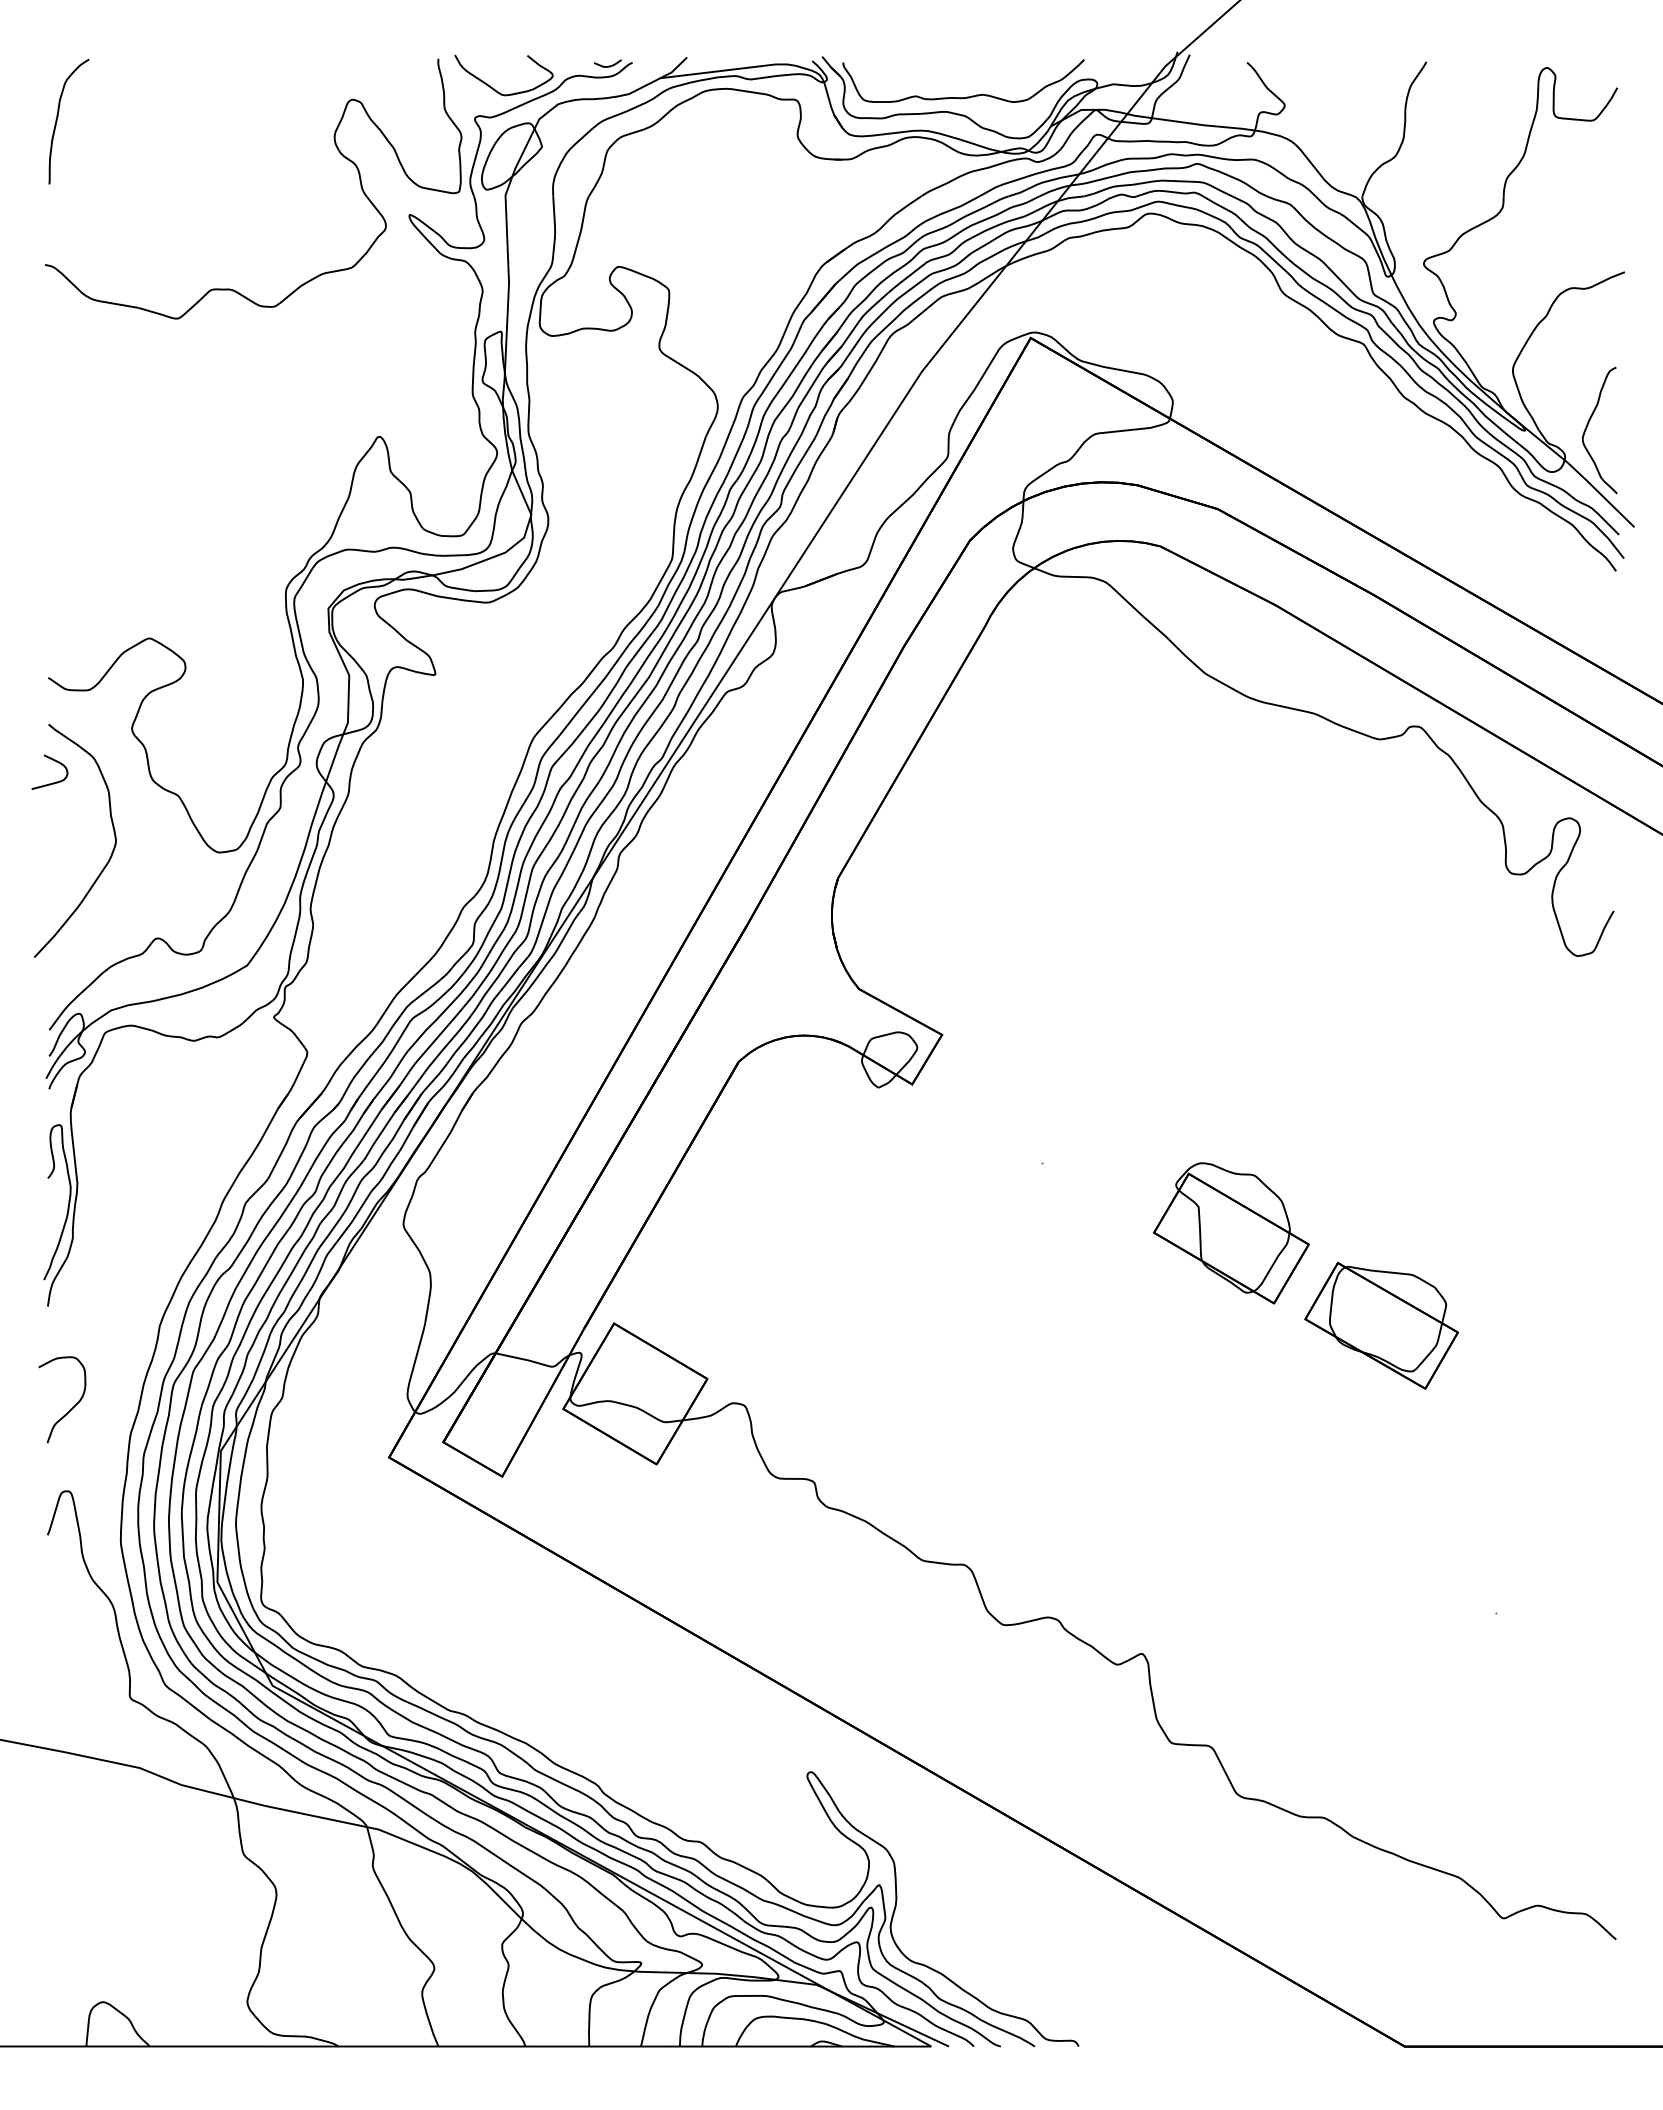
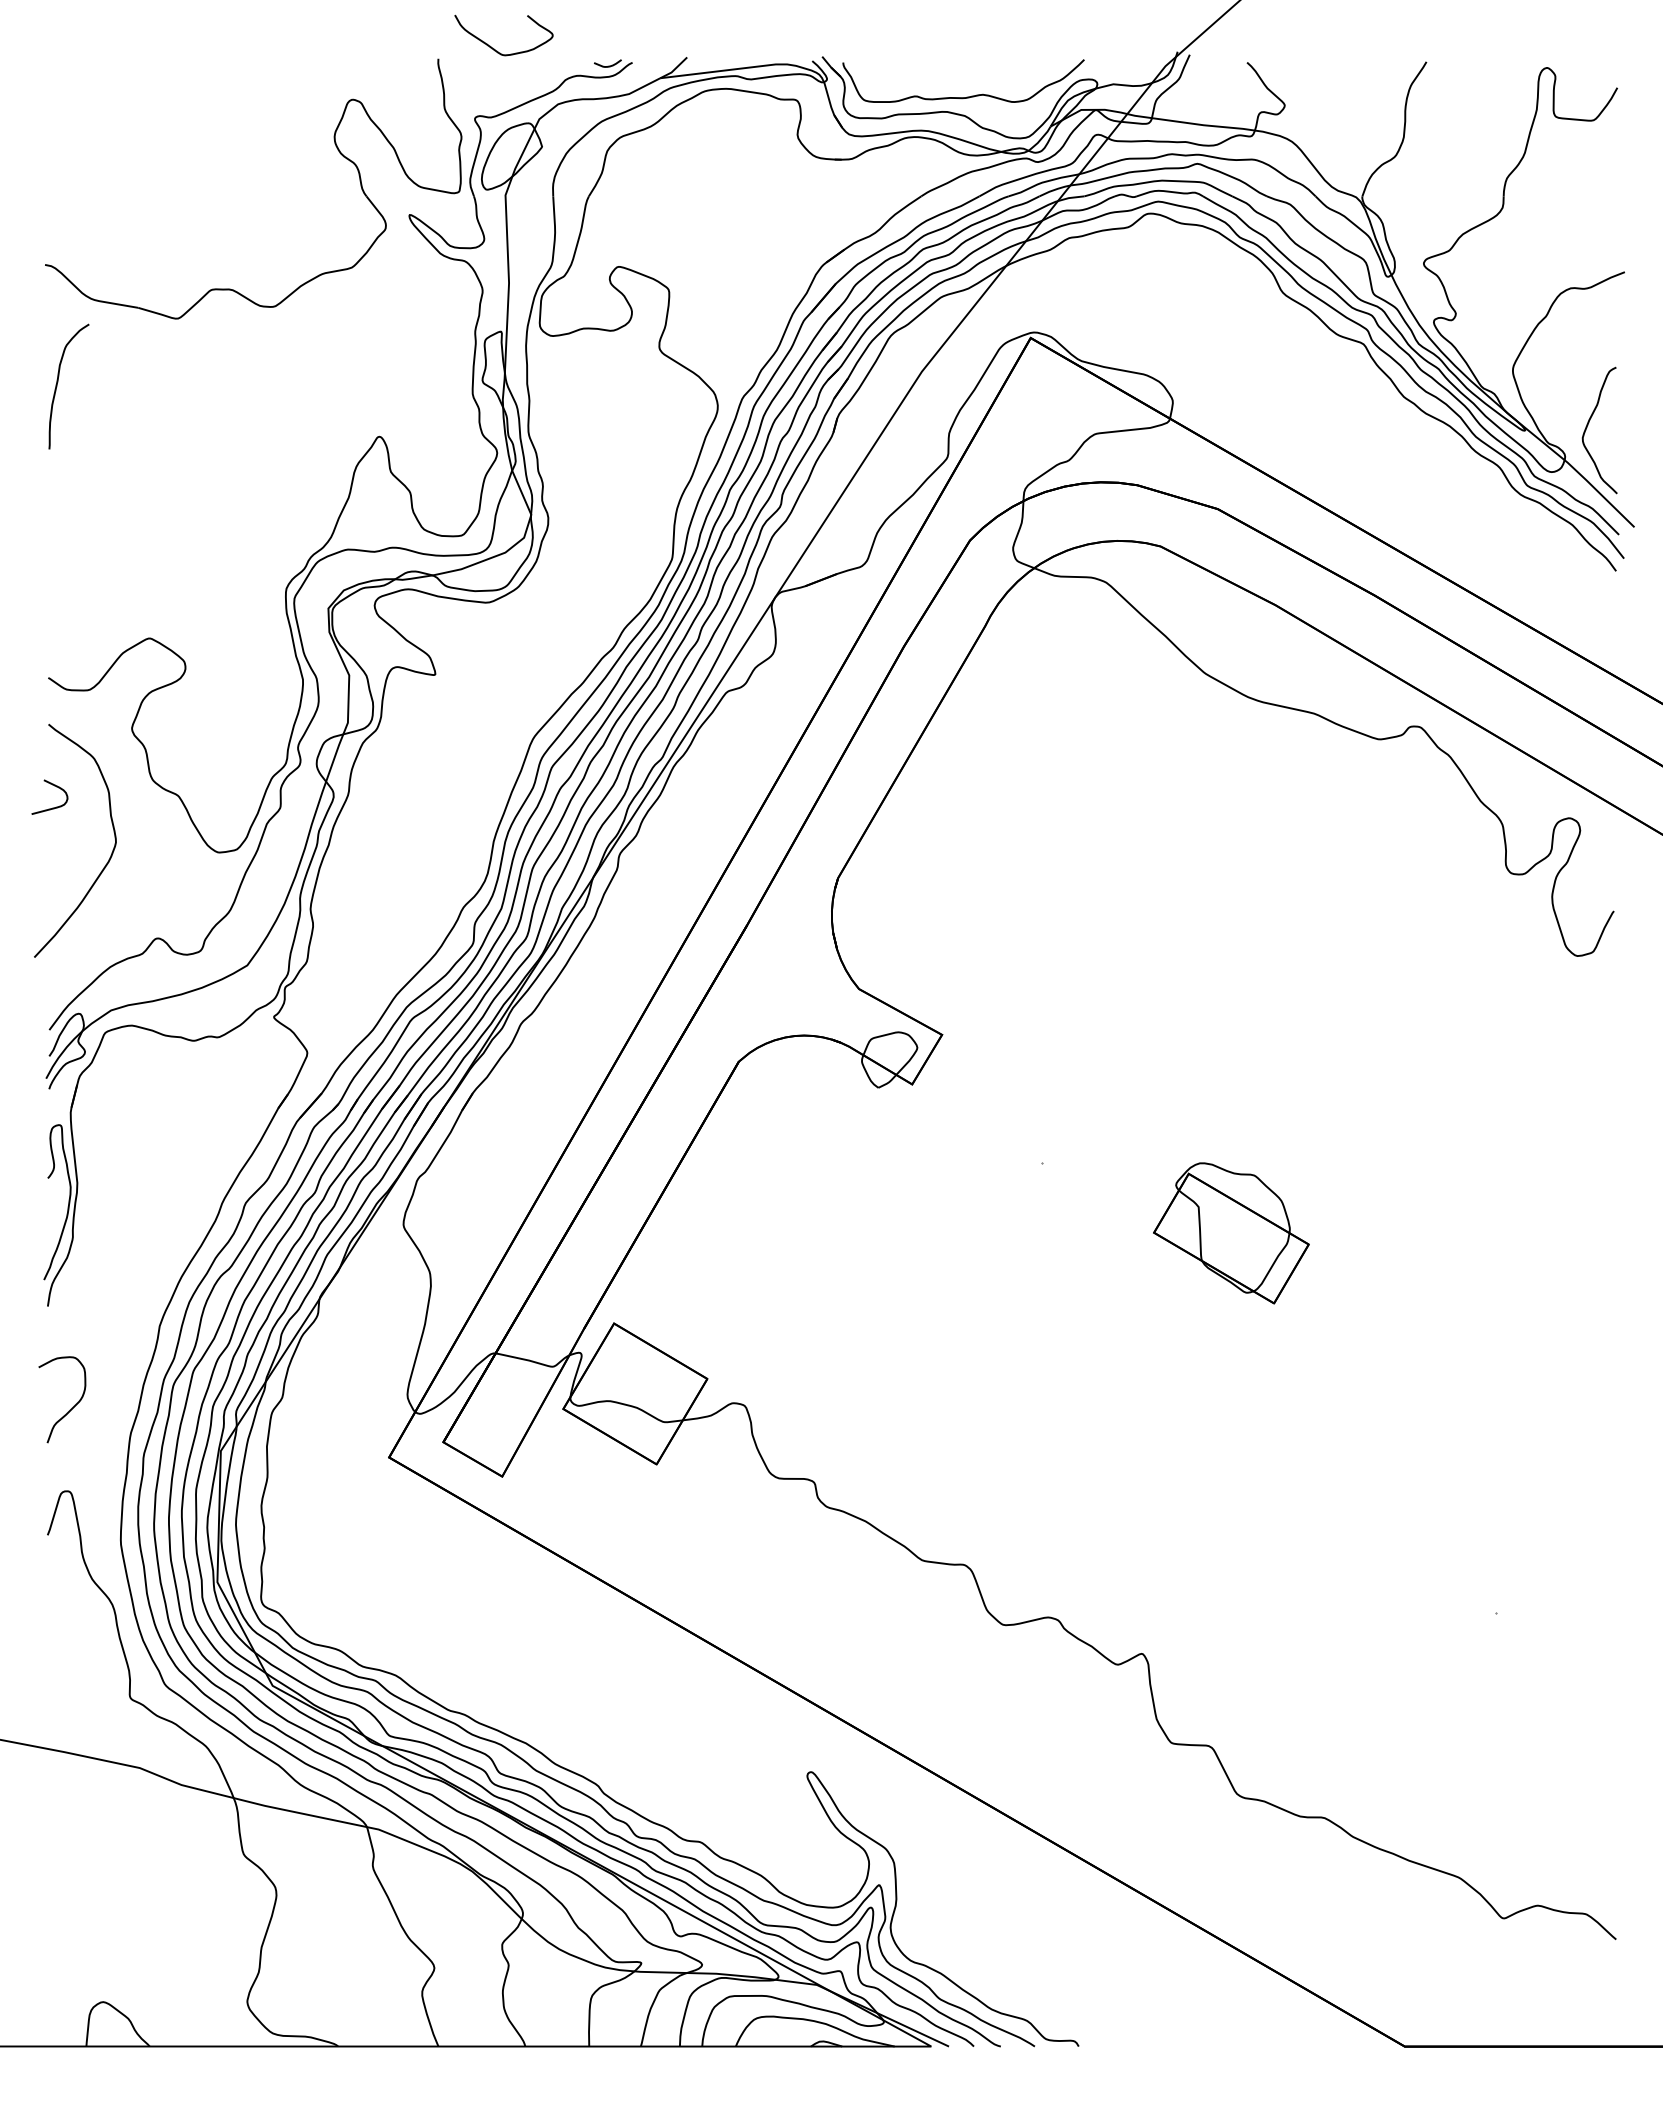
curve at (494, 88) position: (494, 88) -> (494, 48)
curve at (58, 117) position: (58, 117) -> (58, 382)
curve at (54, 761) position: (54, 761) -> (54, 786)
part at (1381, 1325): present -> none
